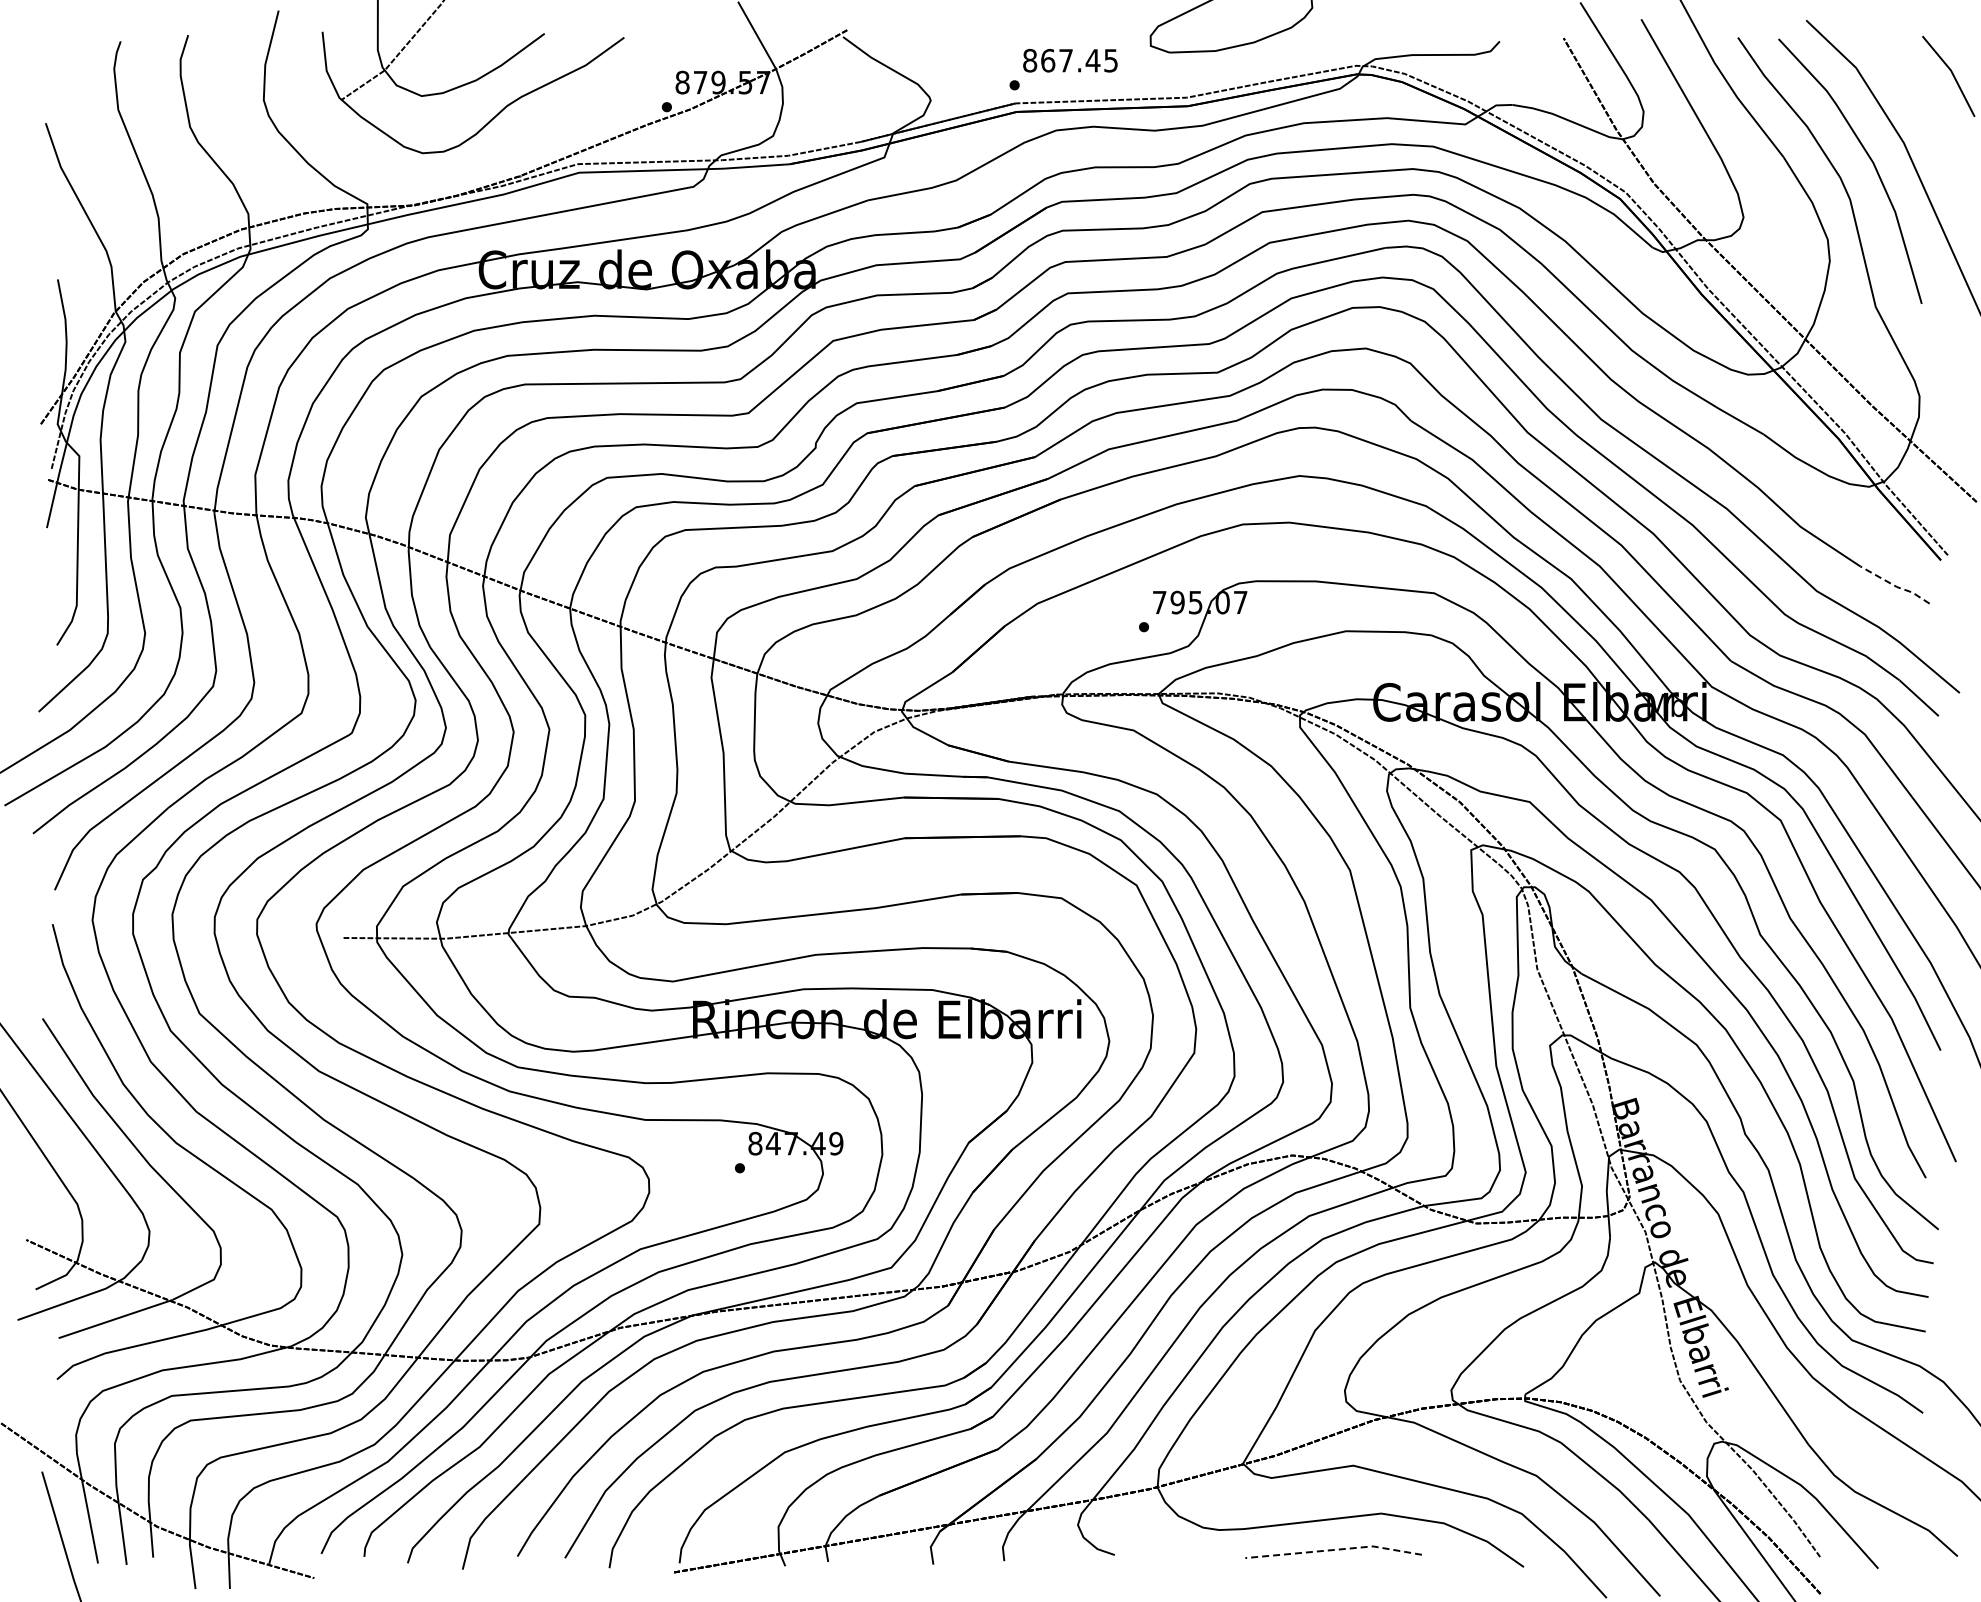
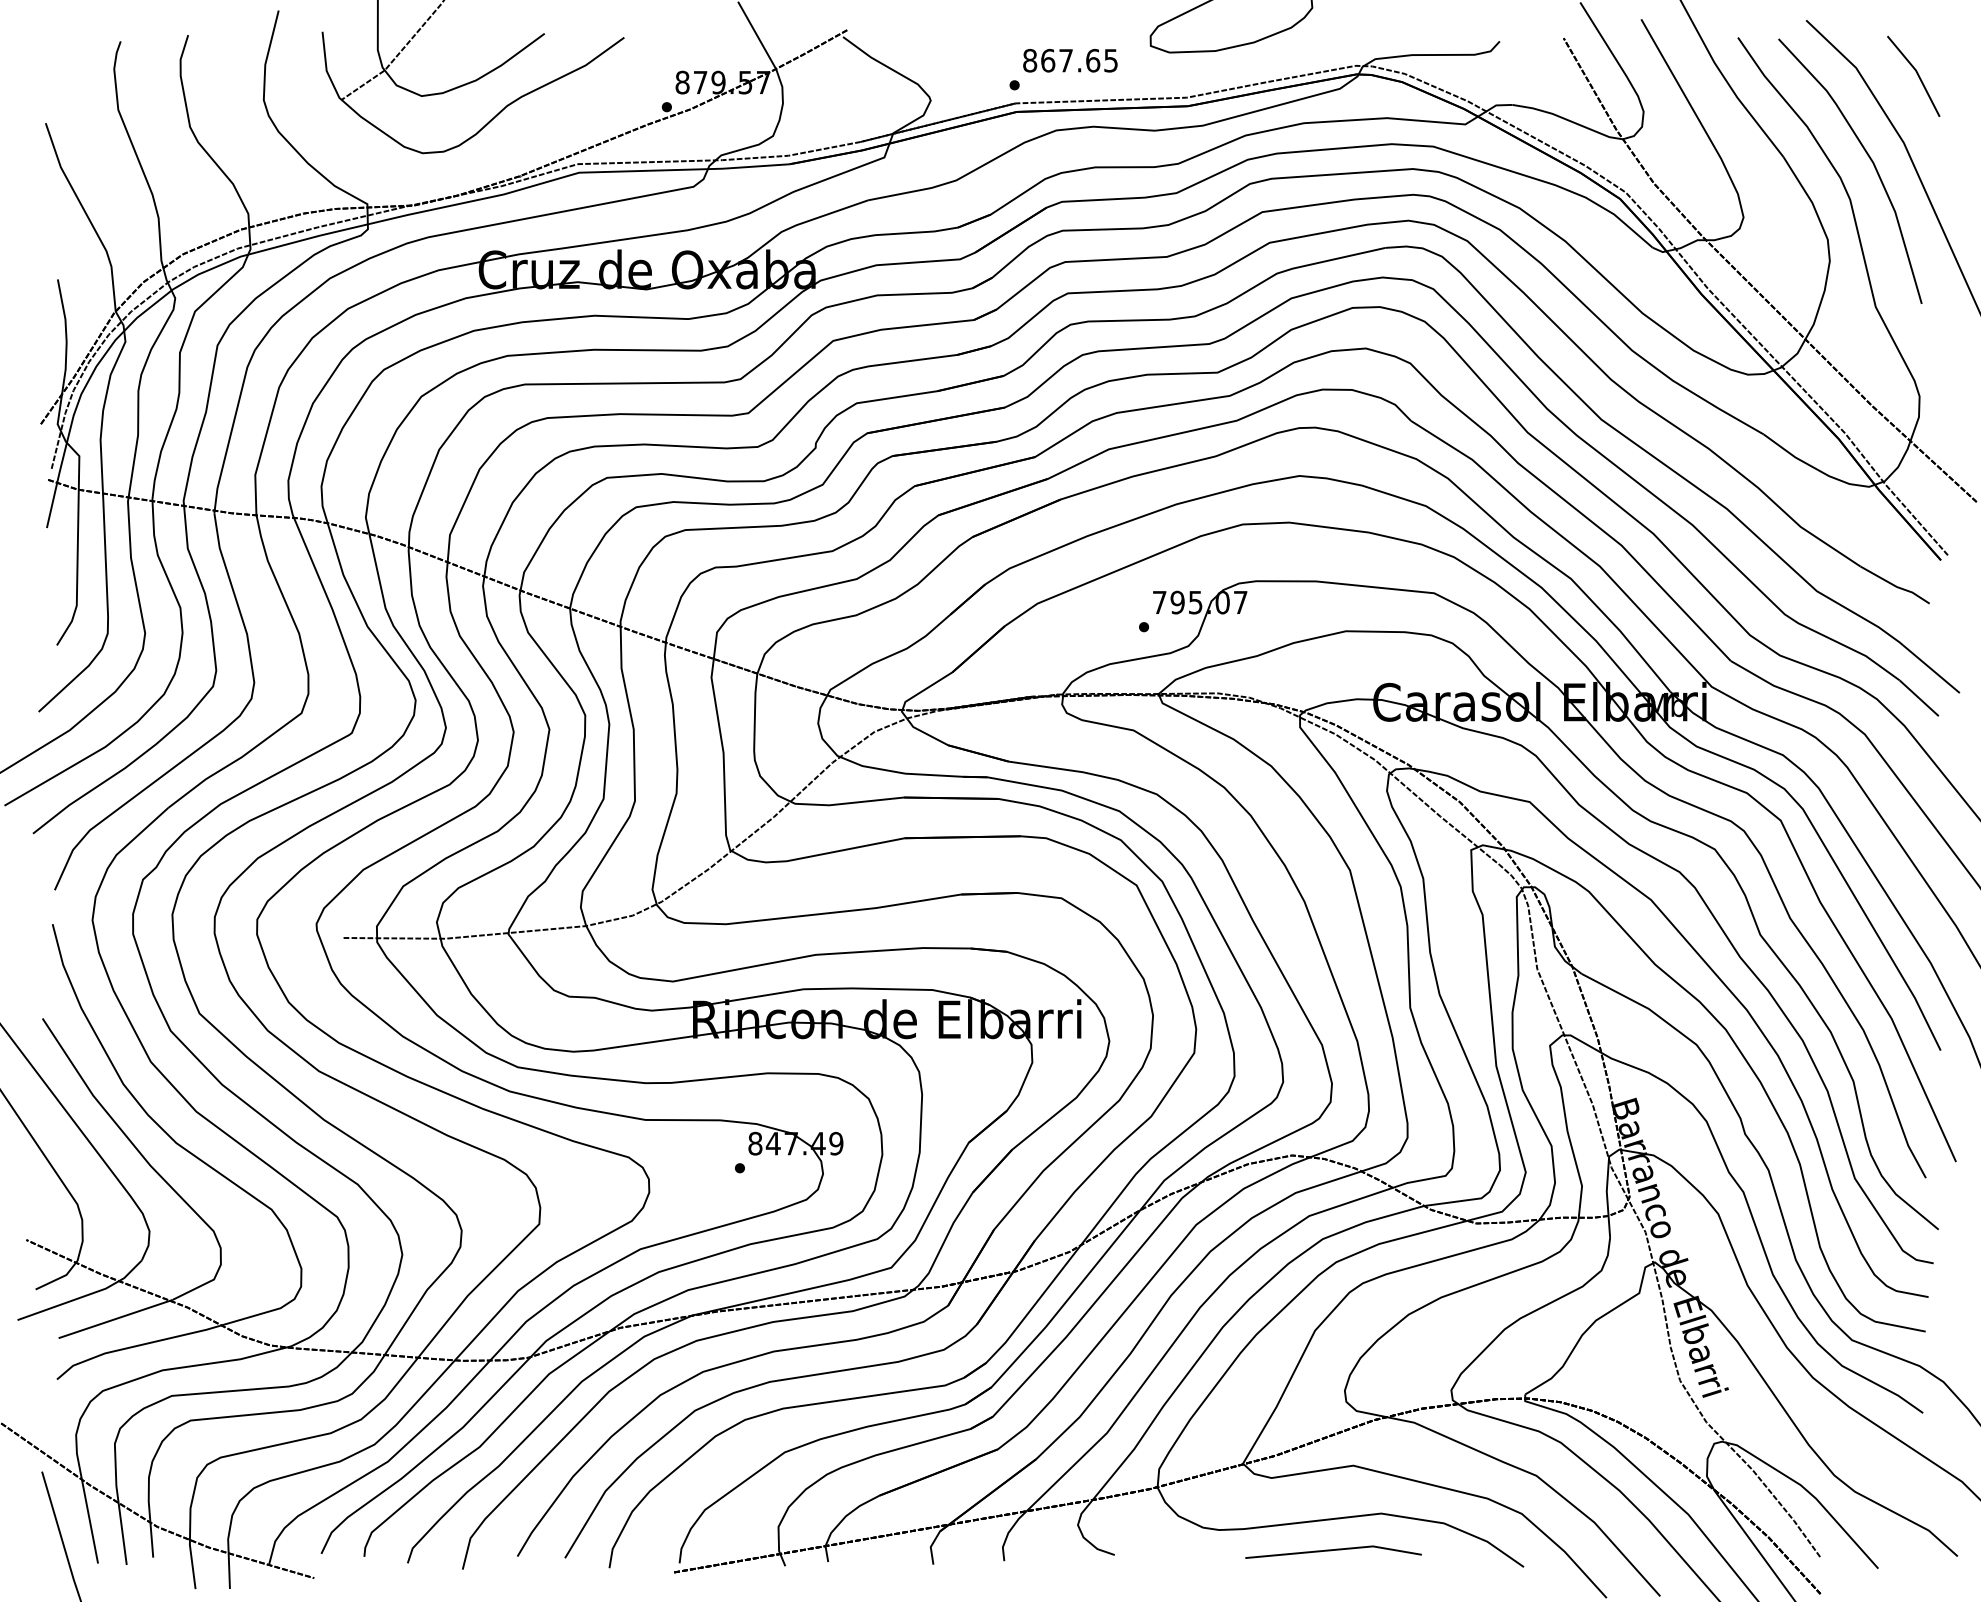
text at (1092, 60): 867.45 -> 867.65
line at (1951, 73) position: (1951, 73) -> (1916, 73)
line at (1896, 586): dashed -> solid
line at (1334, 1549): dashed -> solid
